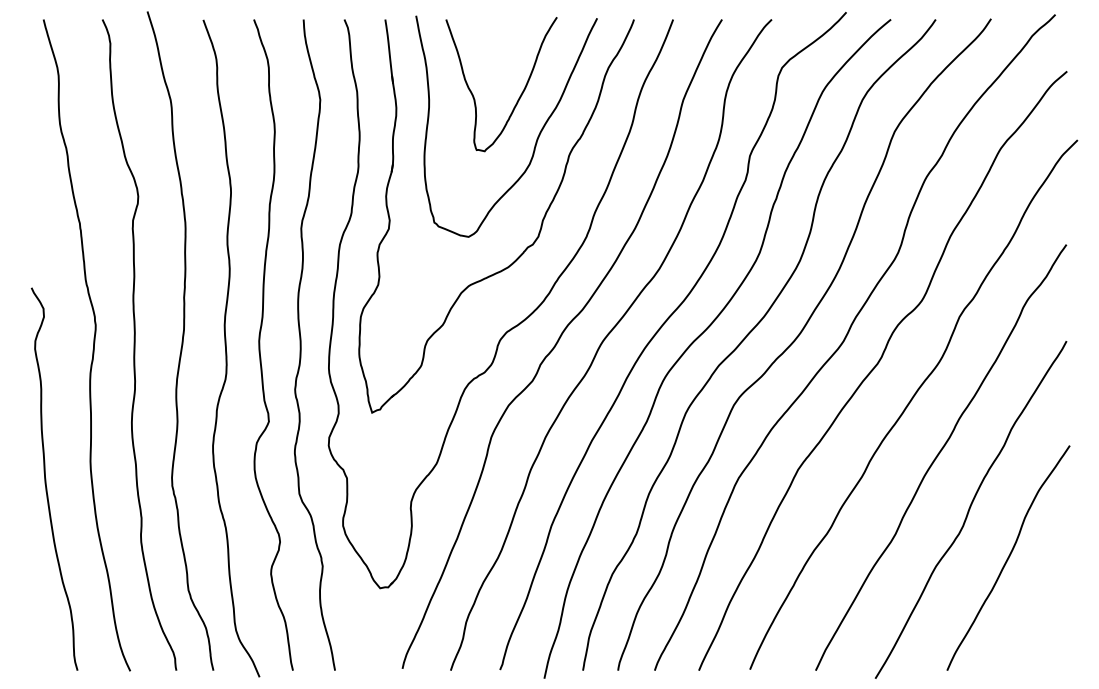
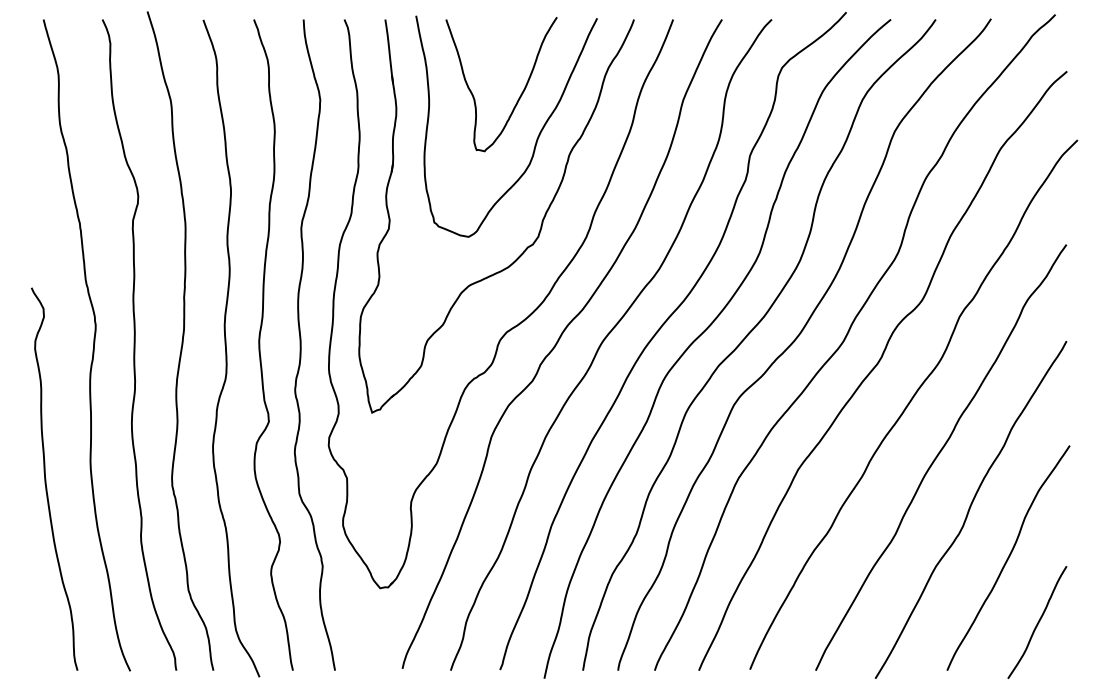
curve at (1037, 622): none -> present
